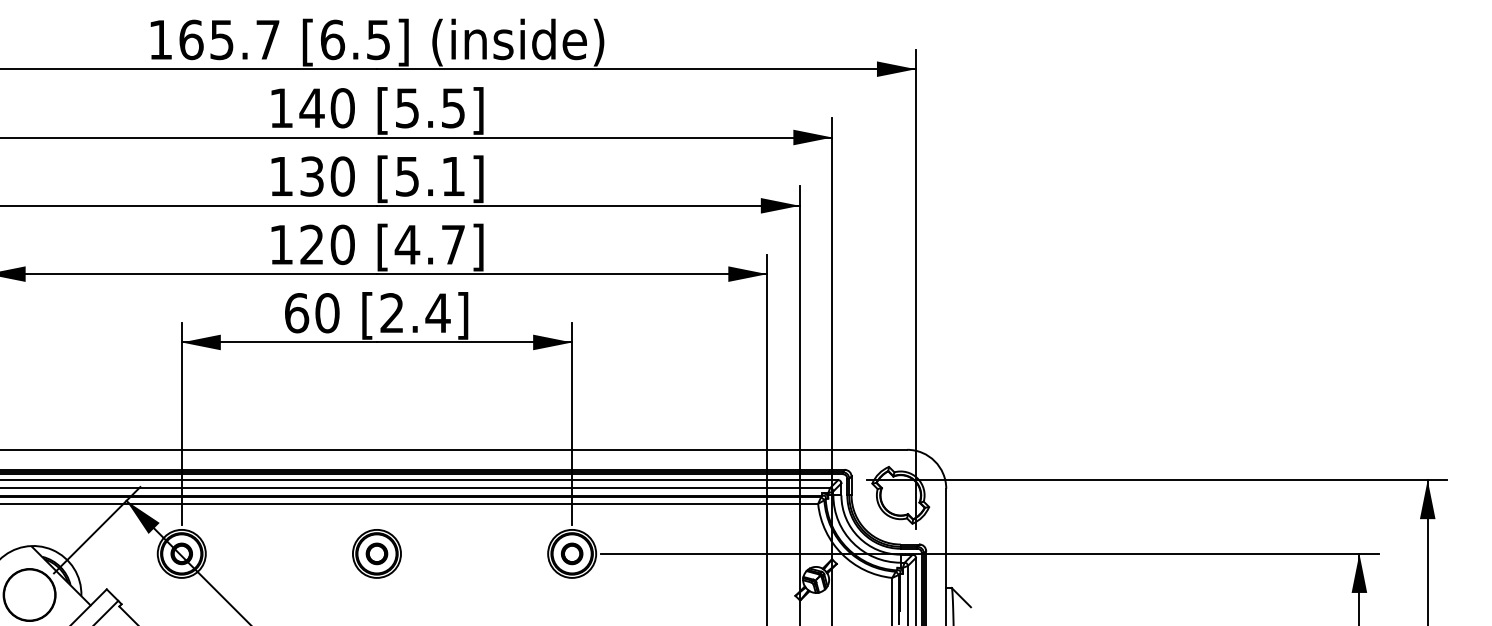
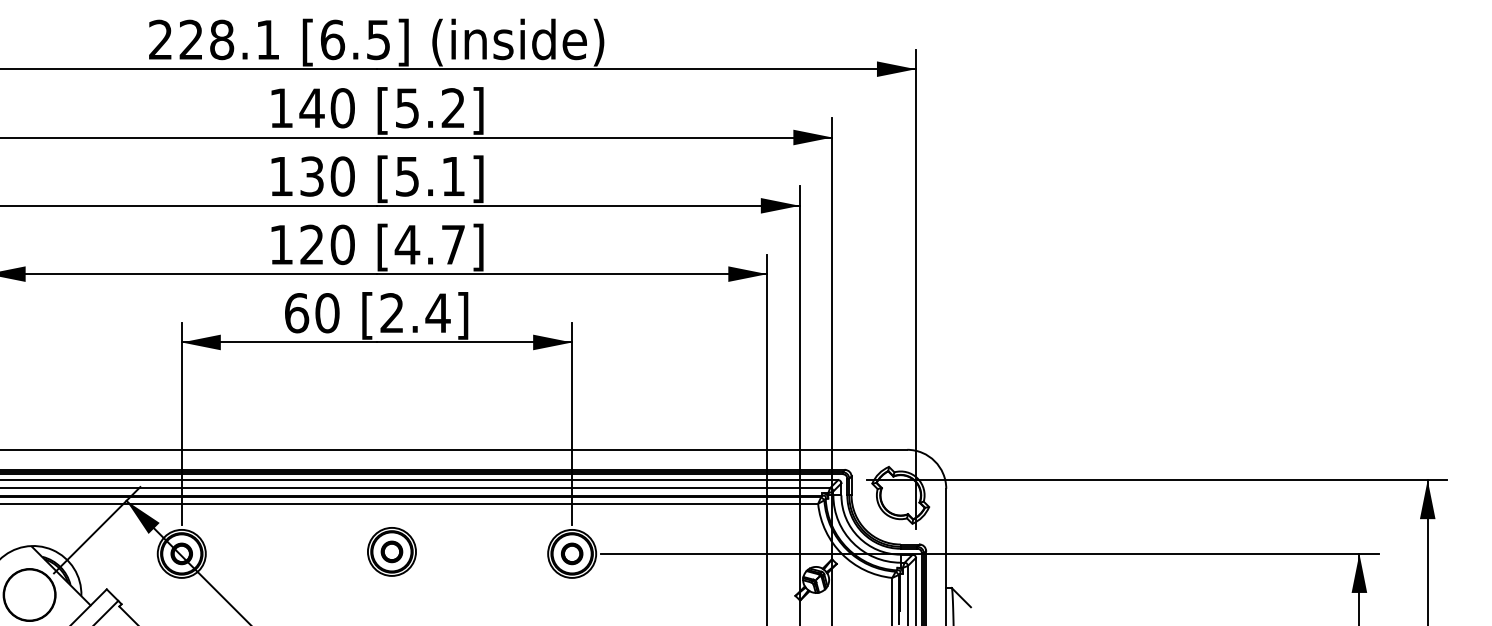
text at (214, 39): 165.7 -> 228.1
text at (452, 108): [5.5] -> [5.2]
part at (376, 553) position: (376, 553) -> (391, 551)
